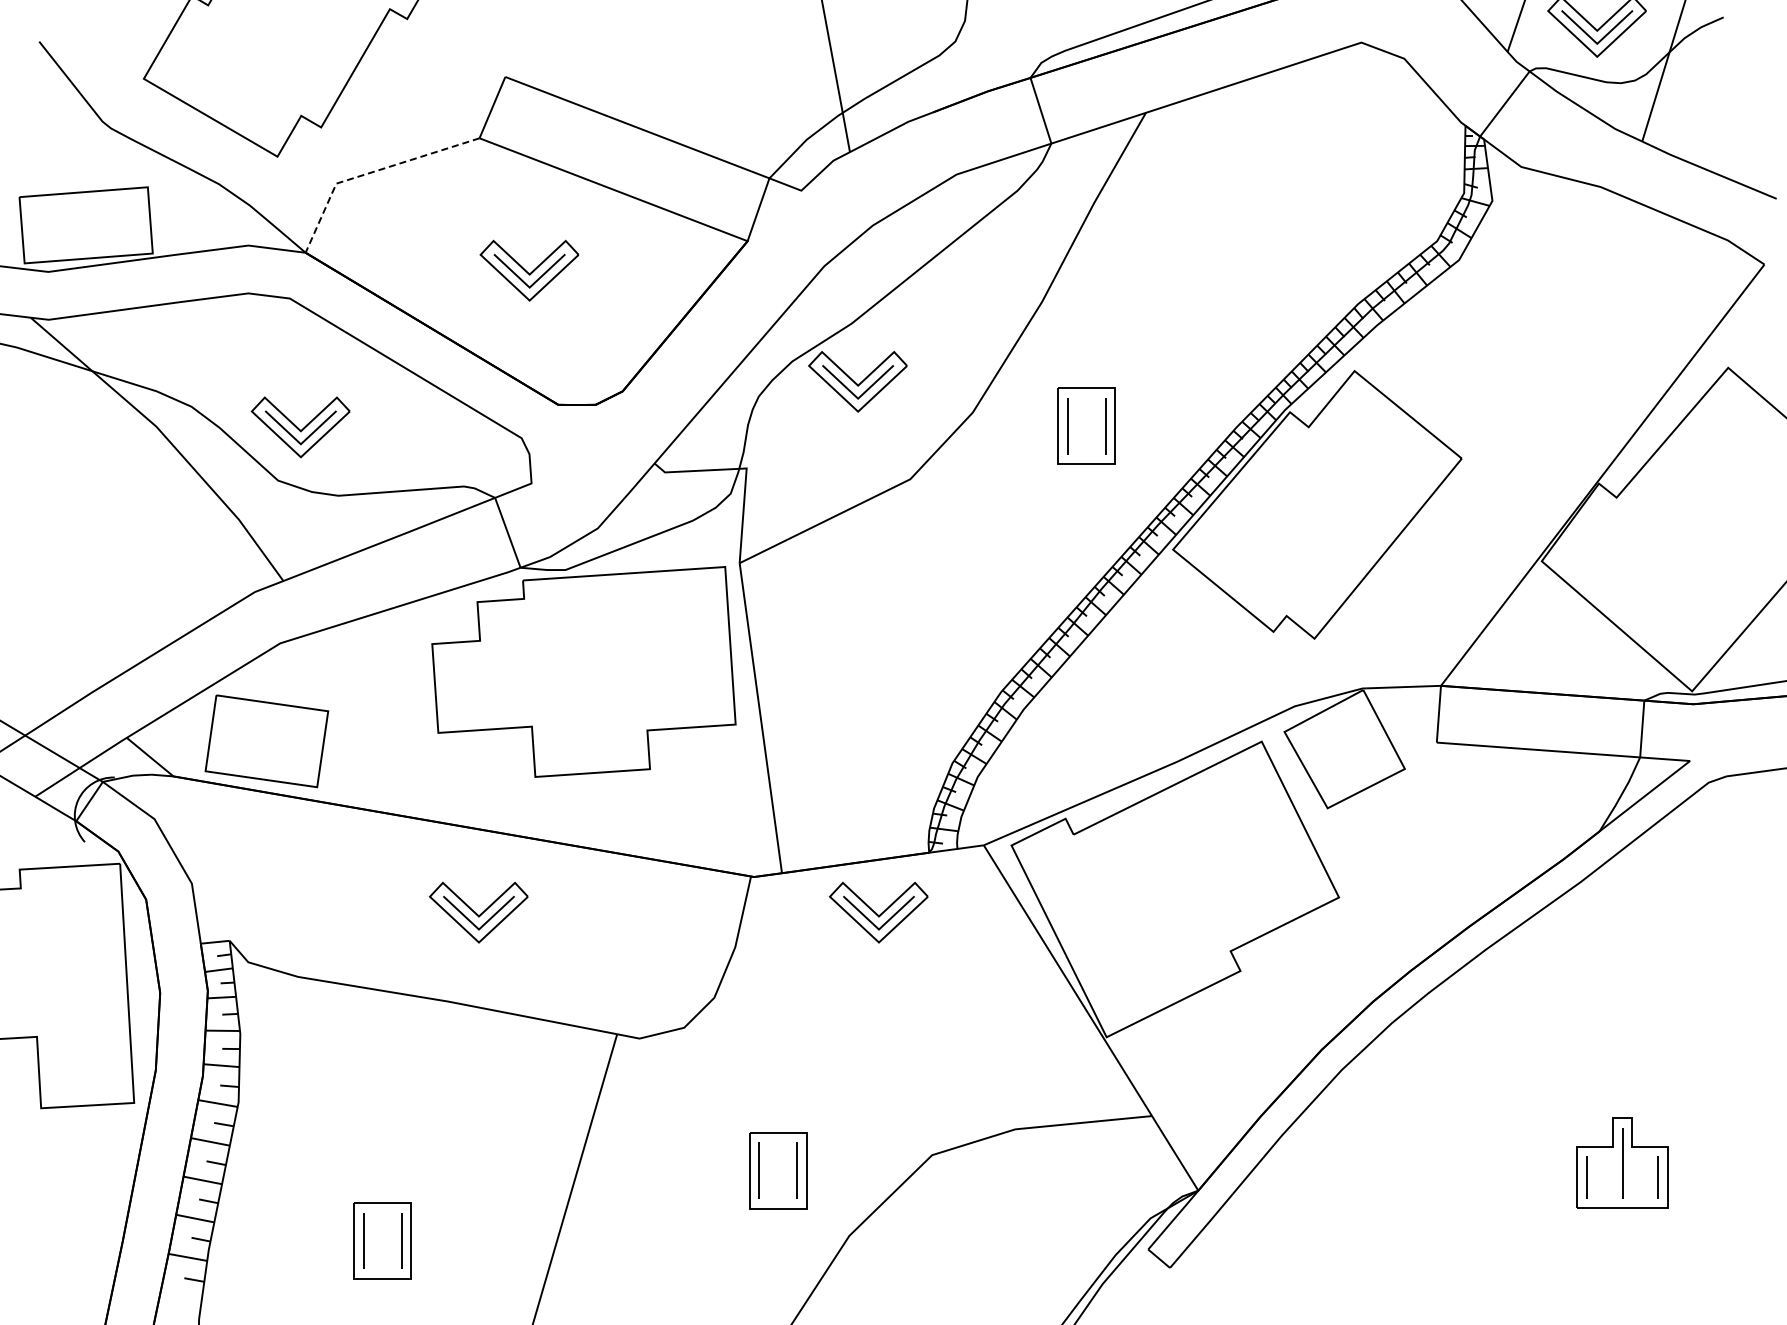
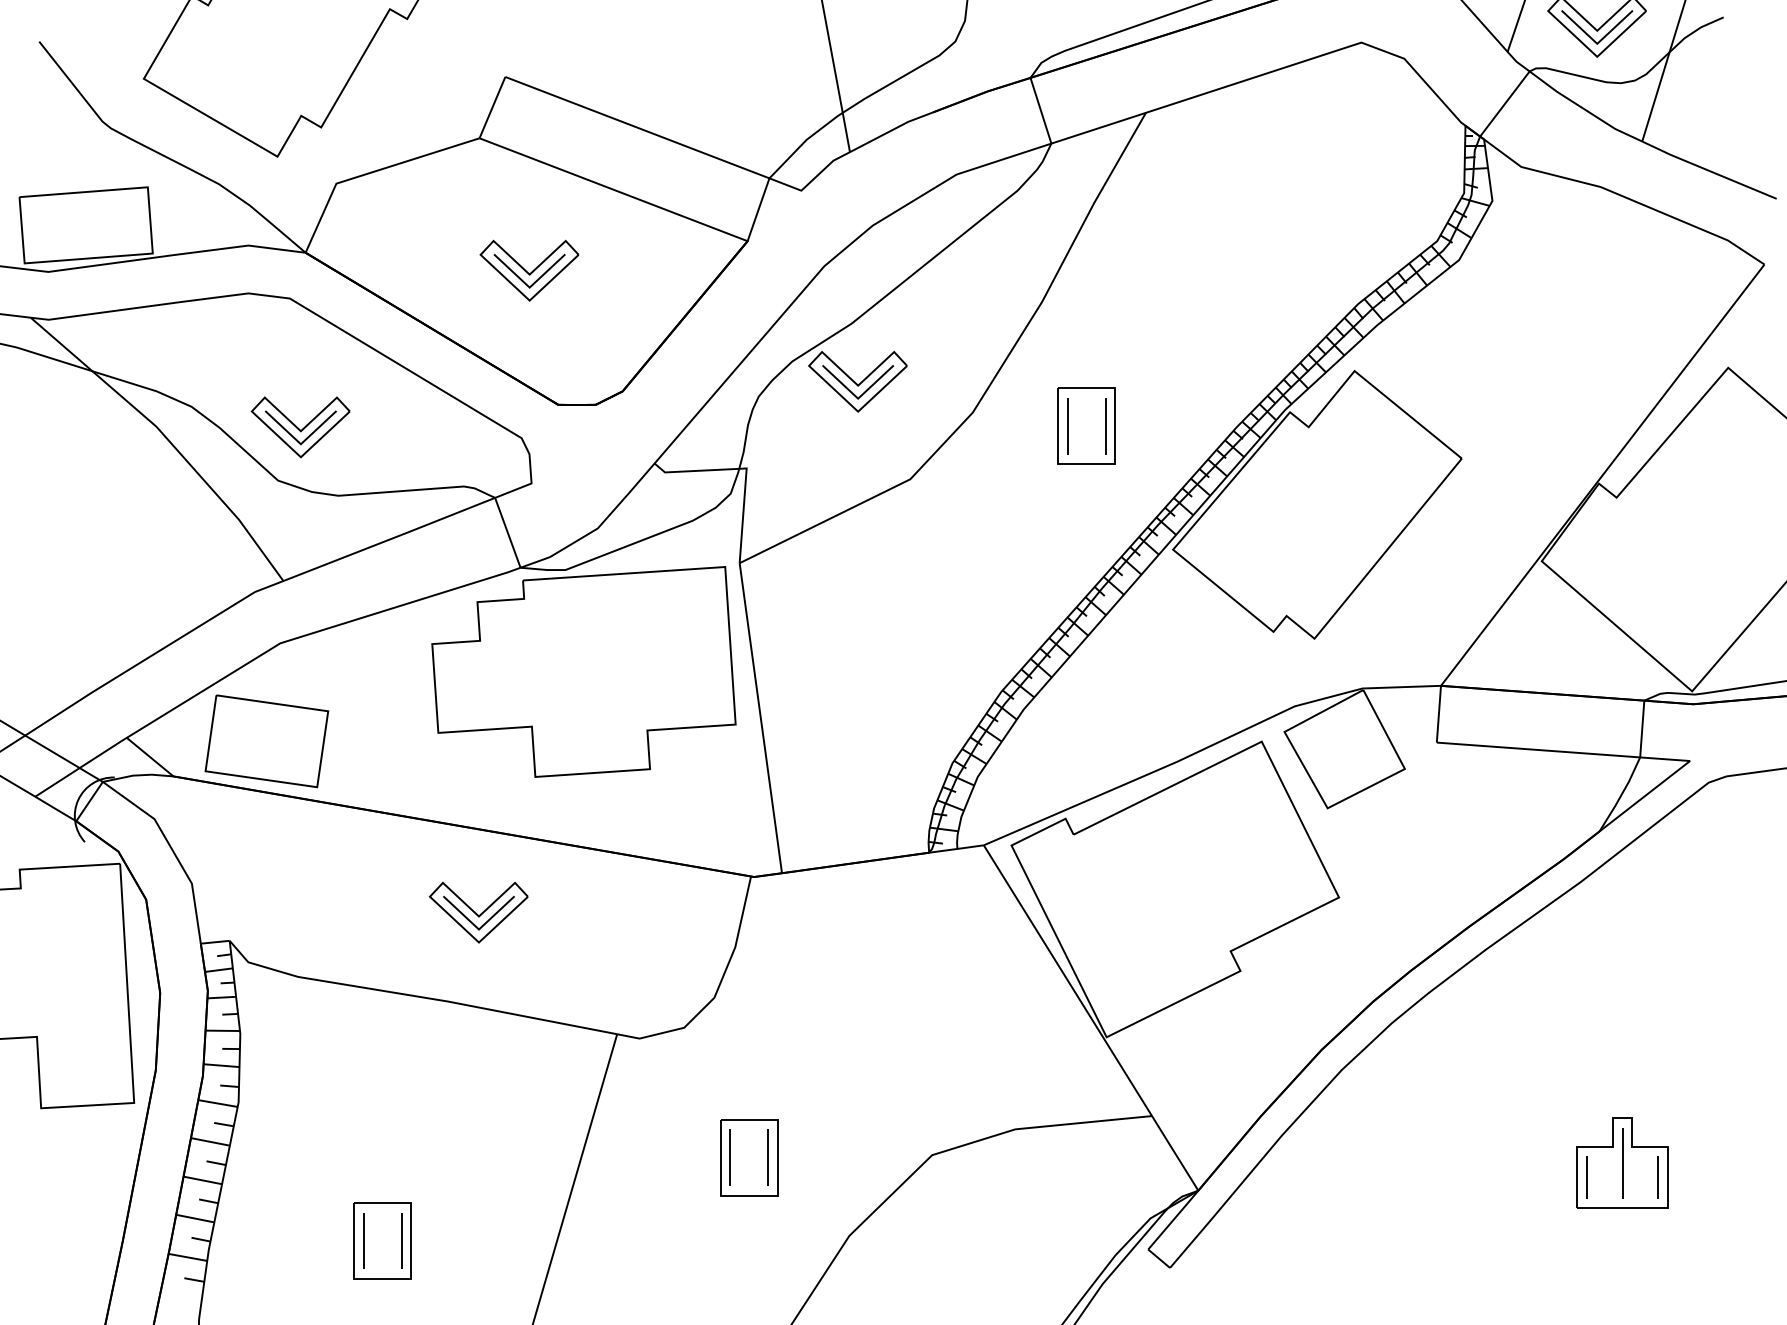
line at (371, 172): dashed -> solid
part at (878, 912): present -> none
part at (778, 1170) position: (778, 1170) -> (749, 1157)
